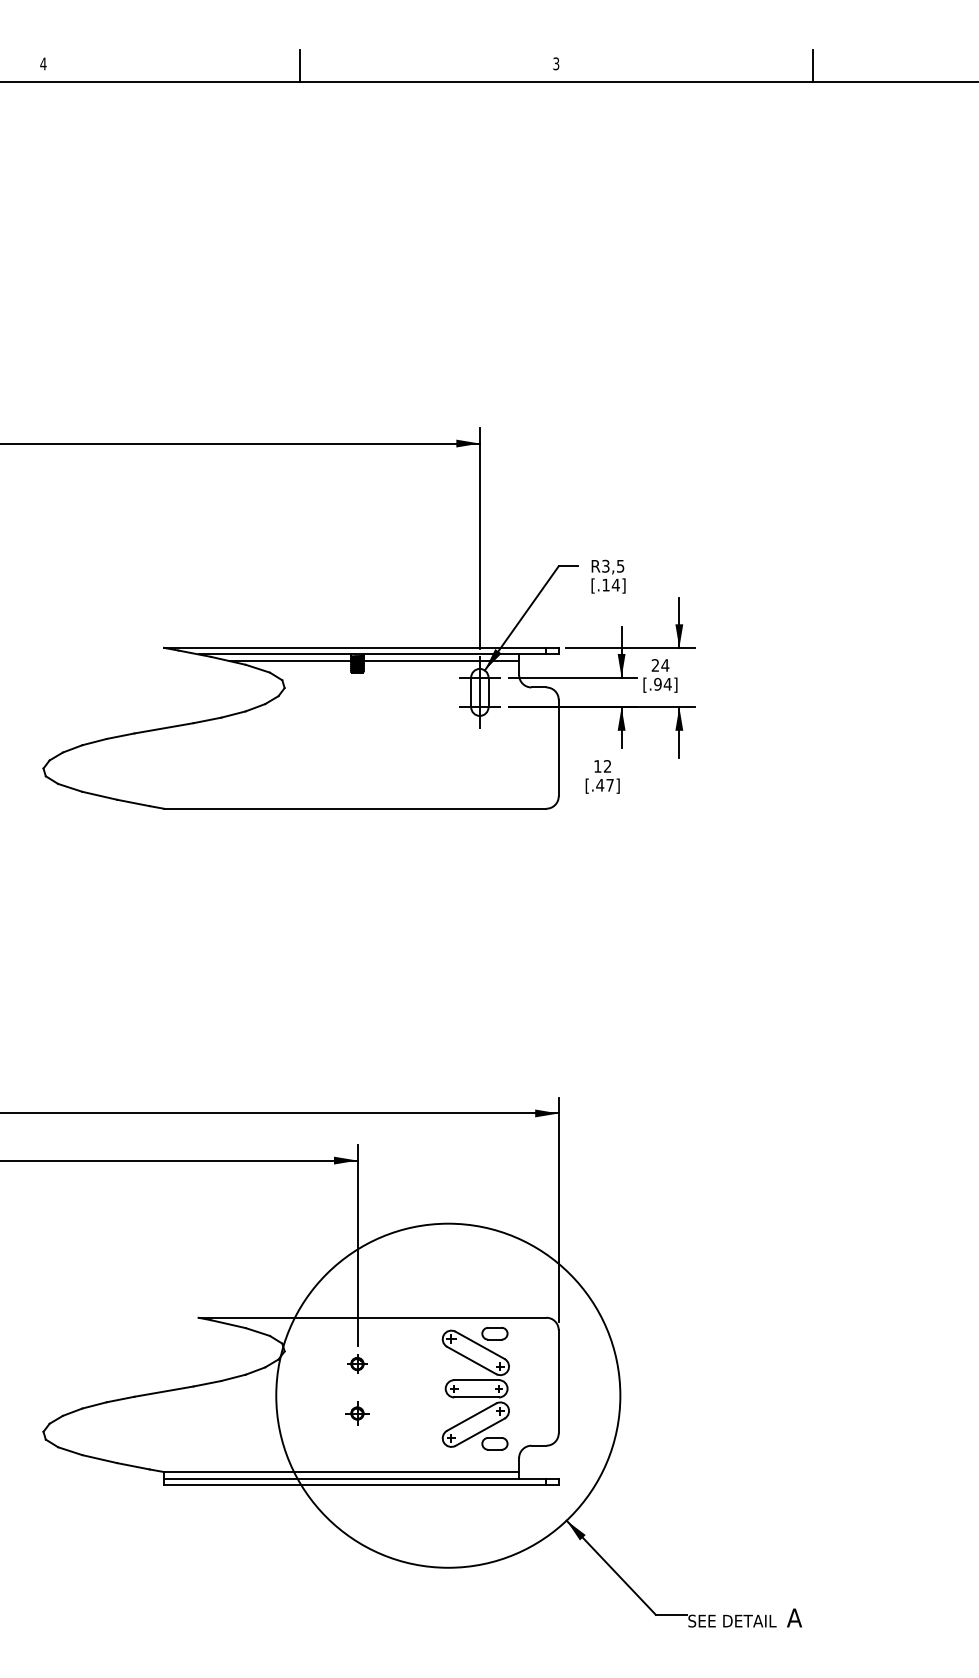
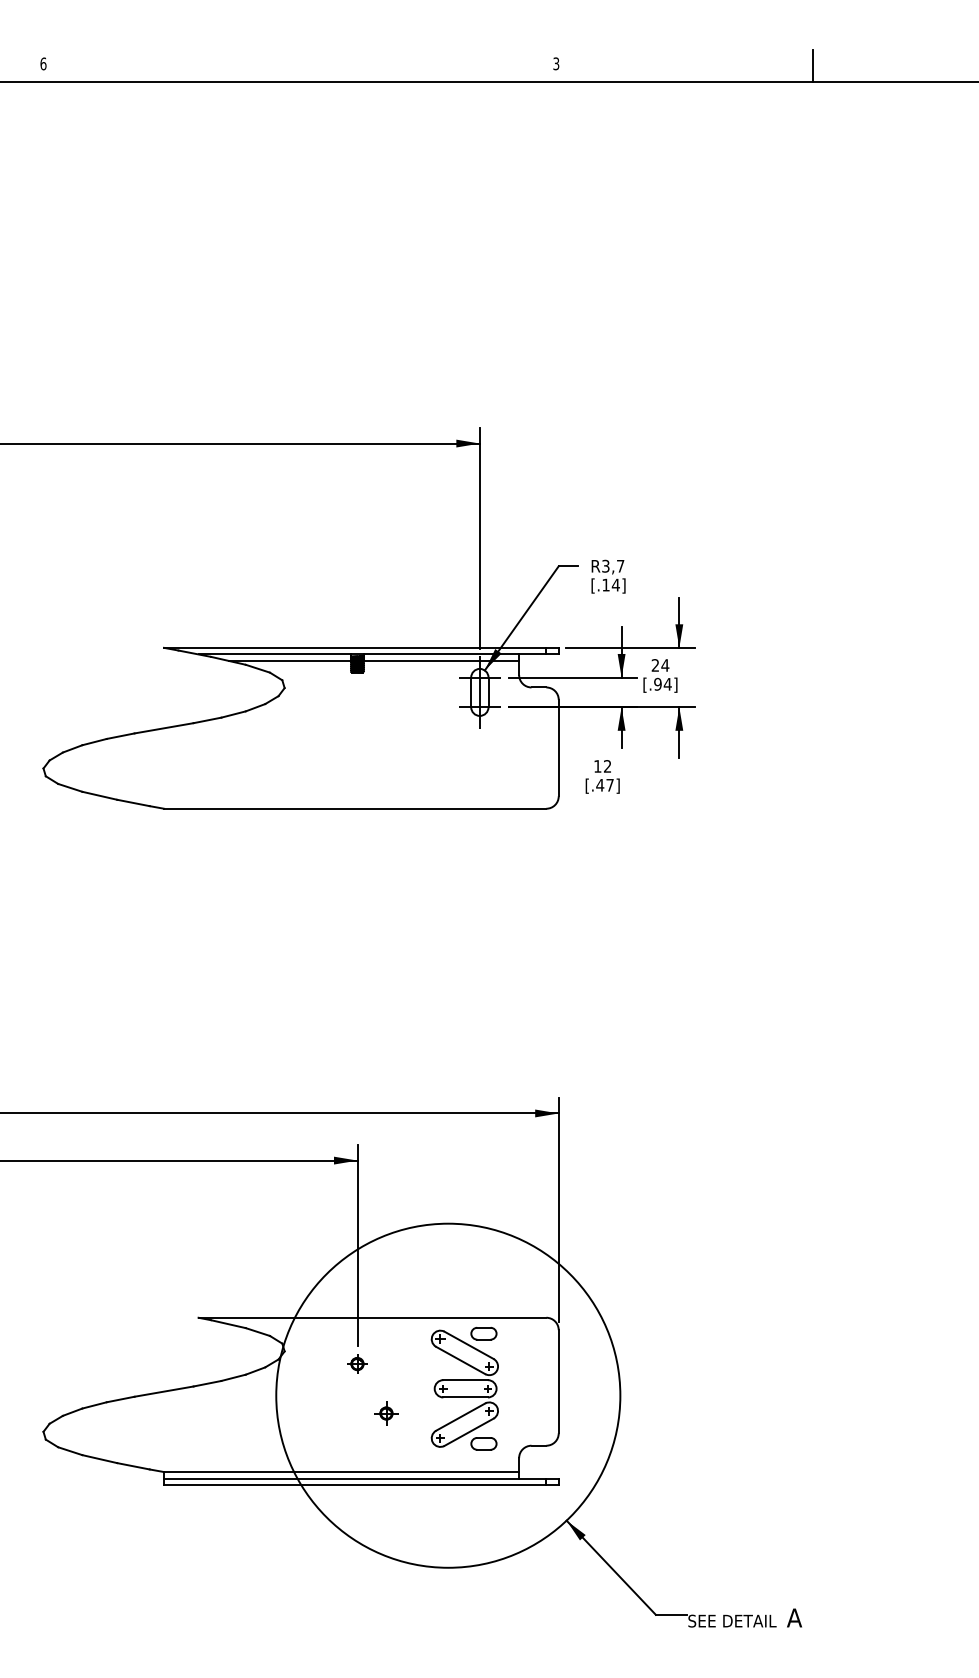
text at (43, 63): 4 -> 6
line at (300, 65): present -> none
text at (620, 566): R3,5 -> R3,7
part at (475, 1388) position: (475, 1388) -> (464, 1388)
part at (357, 1413) position: (357, 1413) -> (386, 1413)
